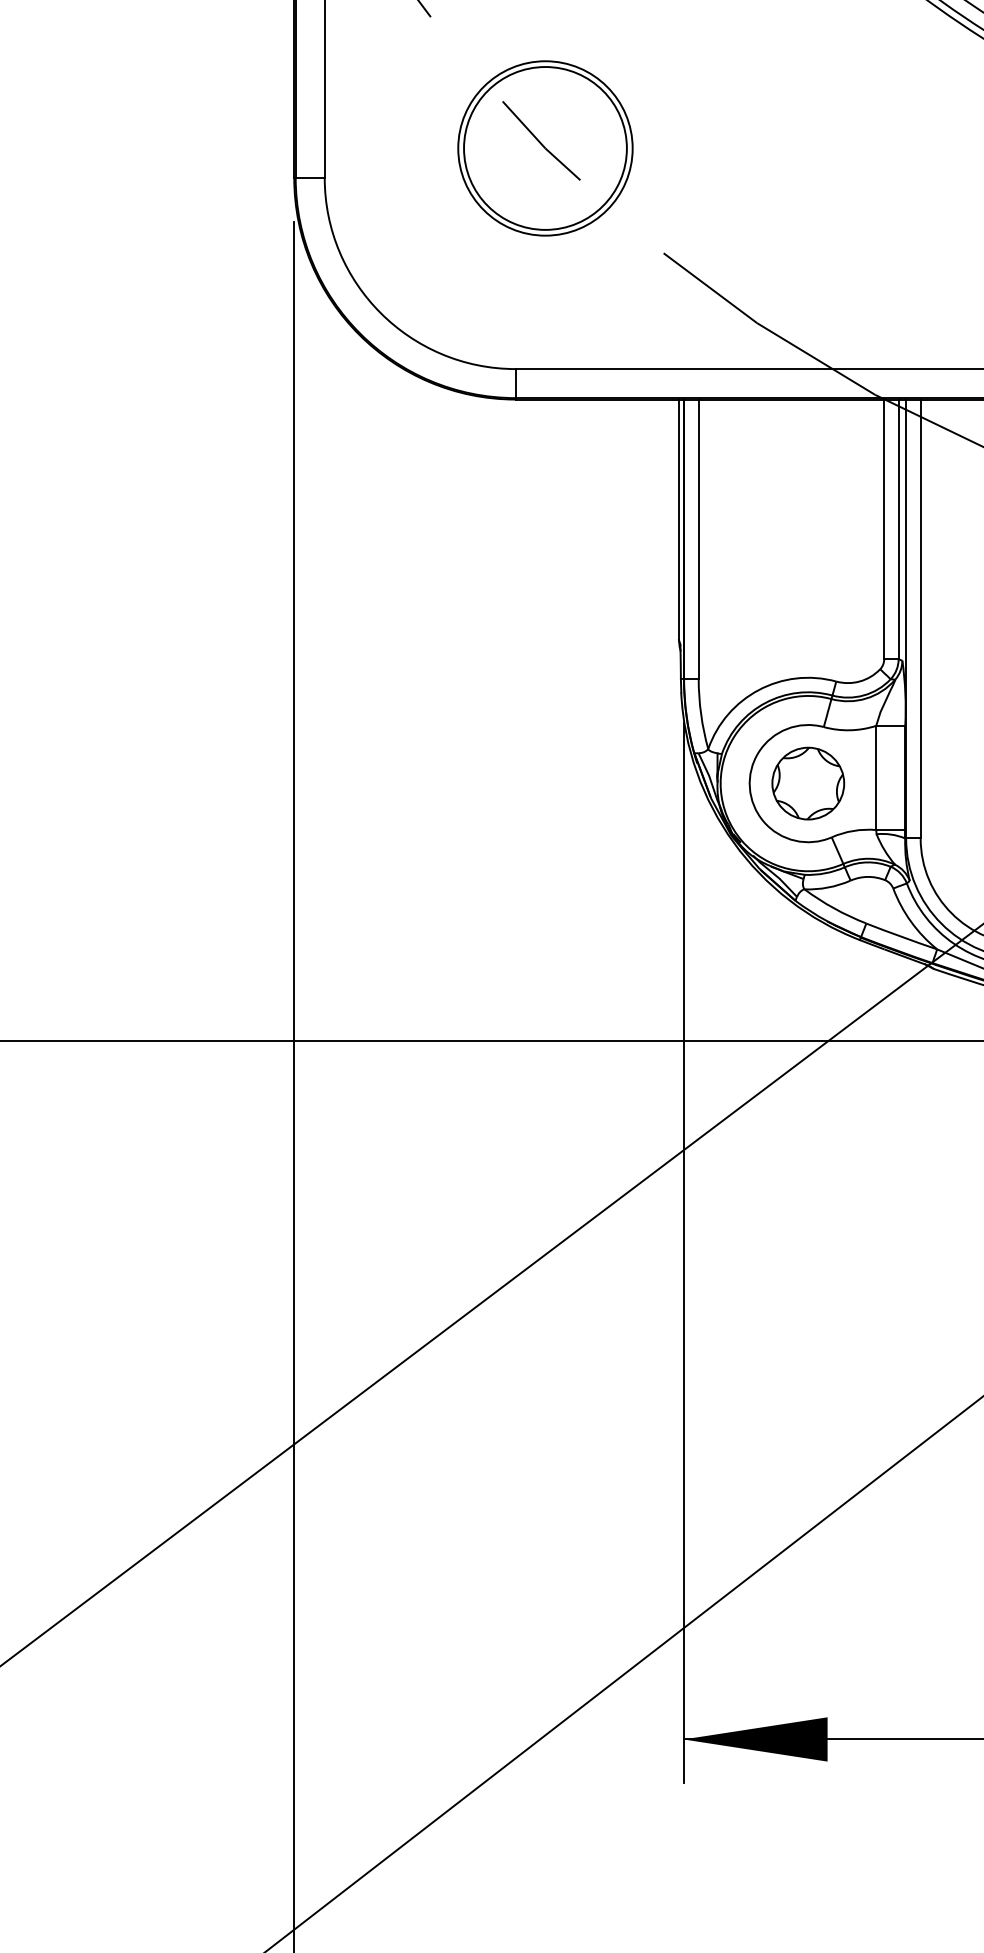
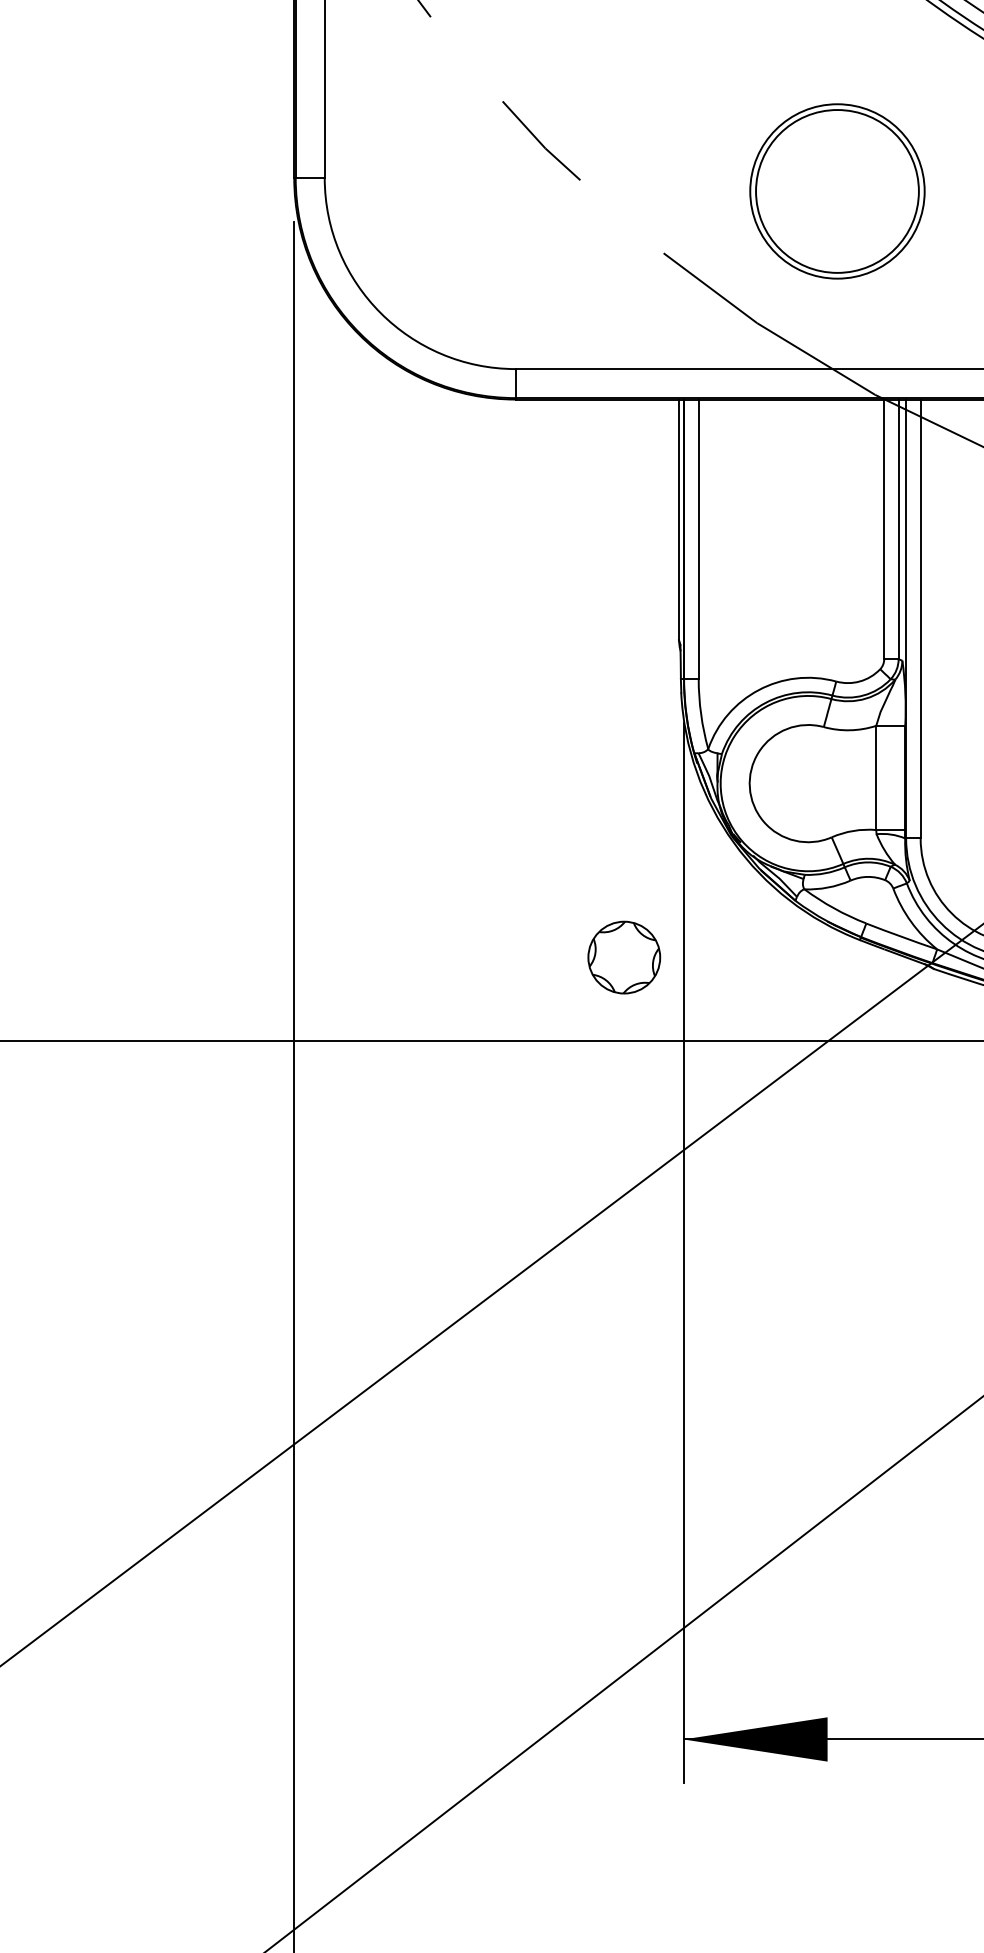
part at (545, 148) position: (545, 148) -> (837, 191)
part at (808, 783) position: (808, 783) -> (624, 957)
